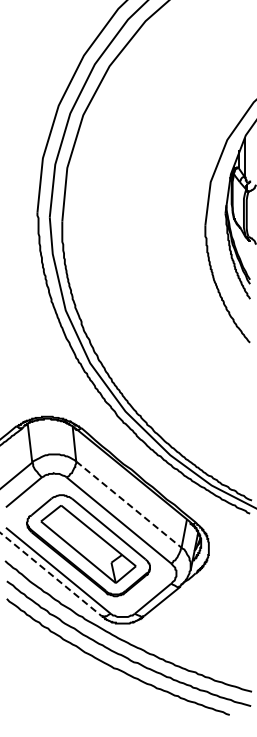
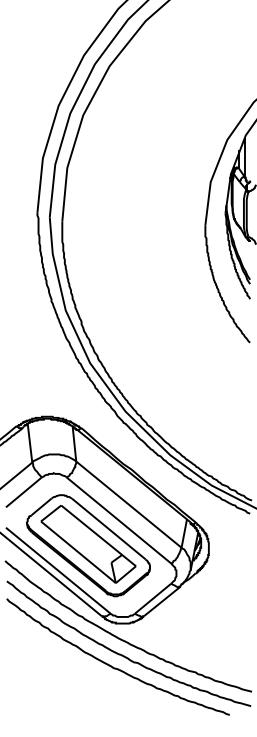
line at (129, 504): dashed -> solid
line at (51, 574): dashed -> solid
